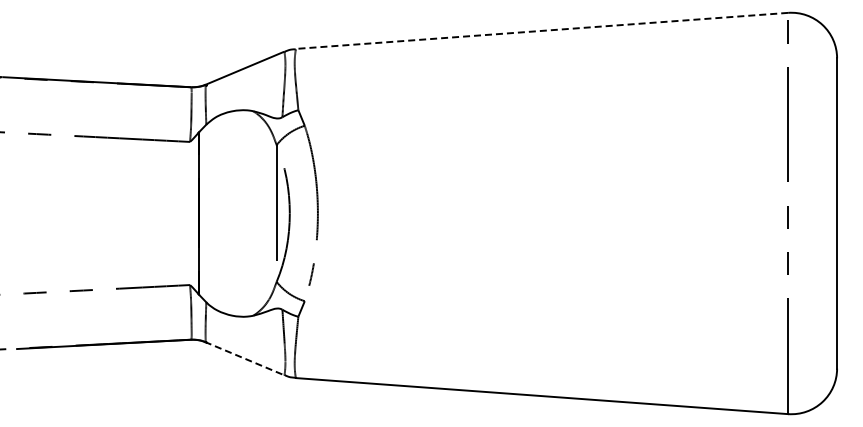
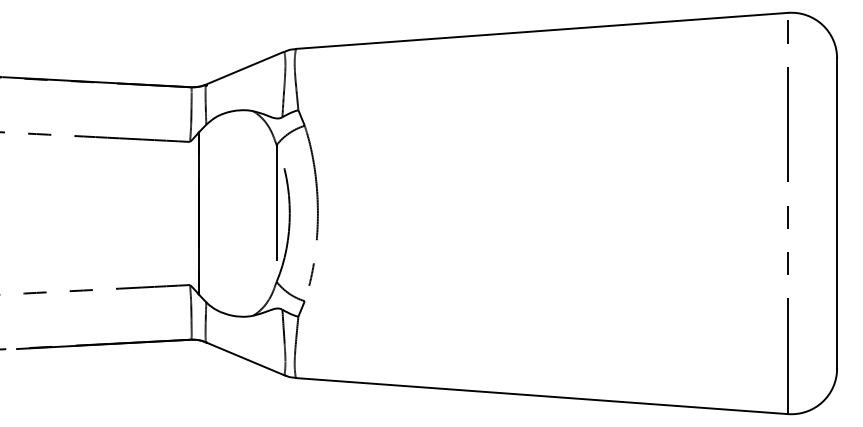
line at (541, 30): dashed -> solid
line at (245, 358): dashed -> solid
